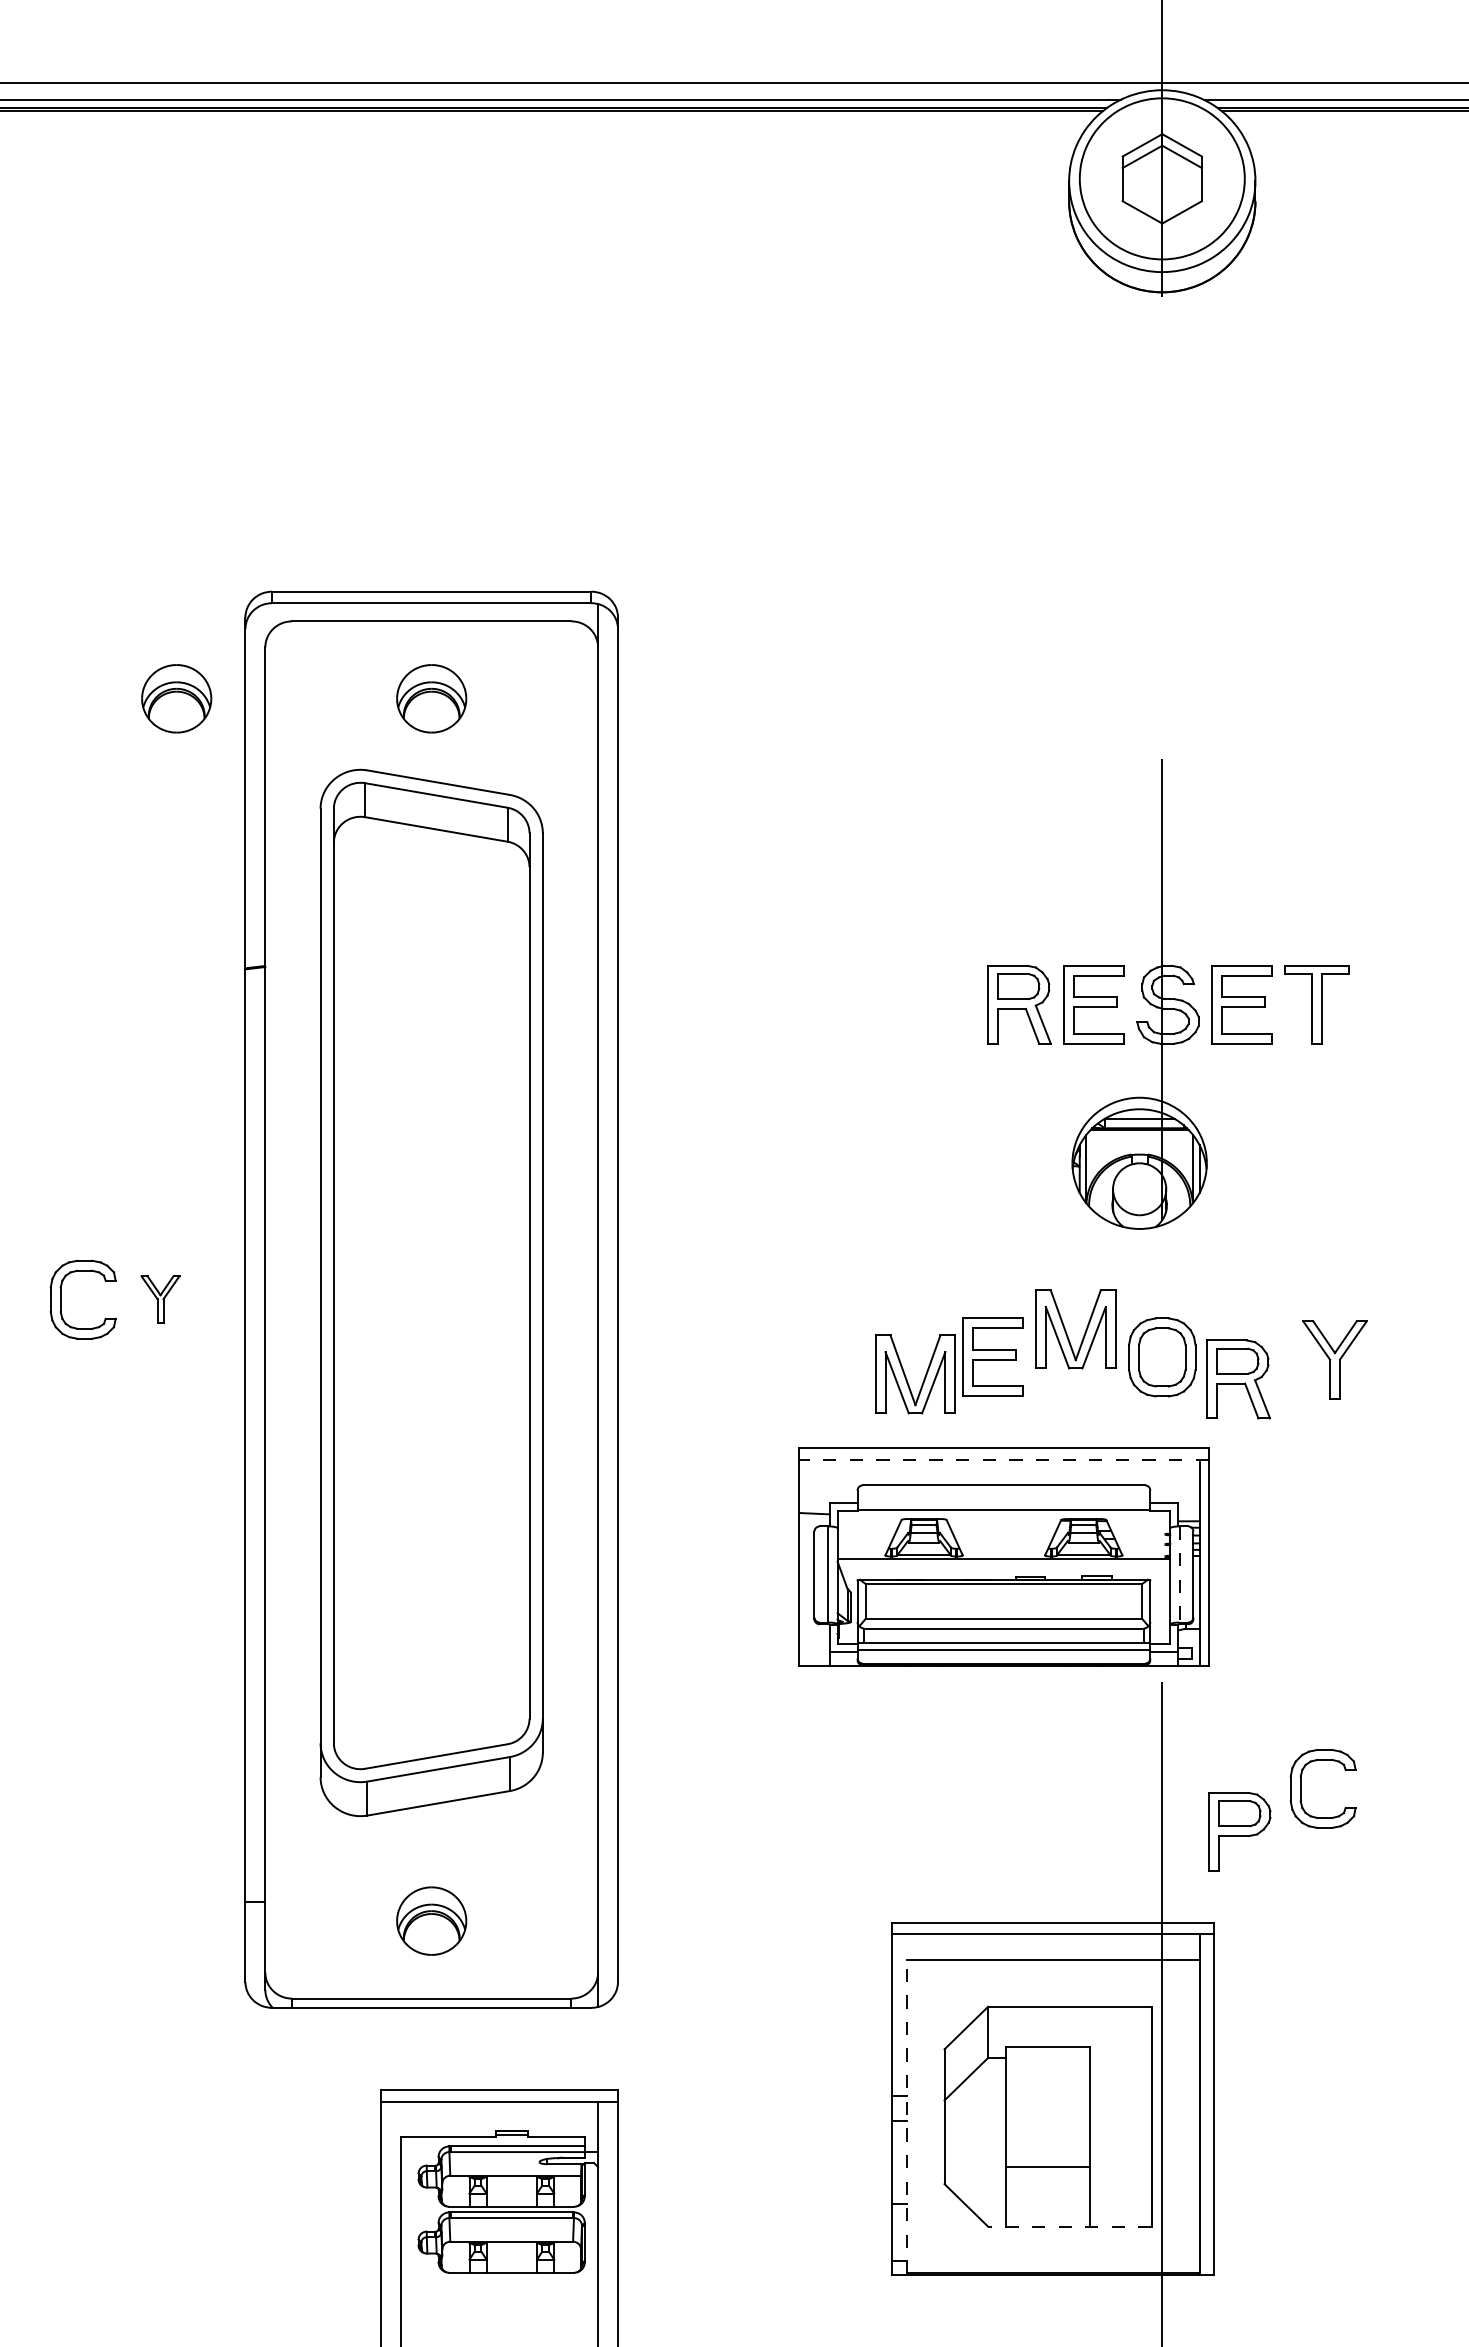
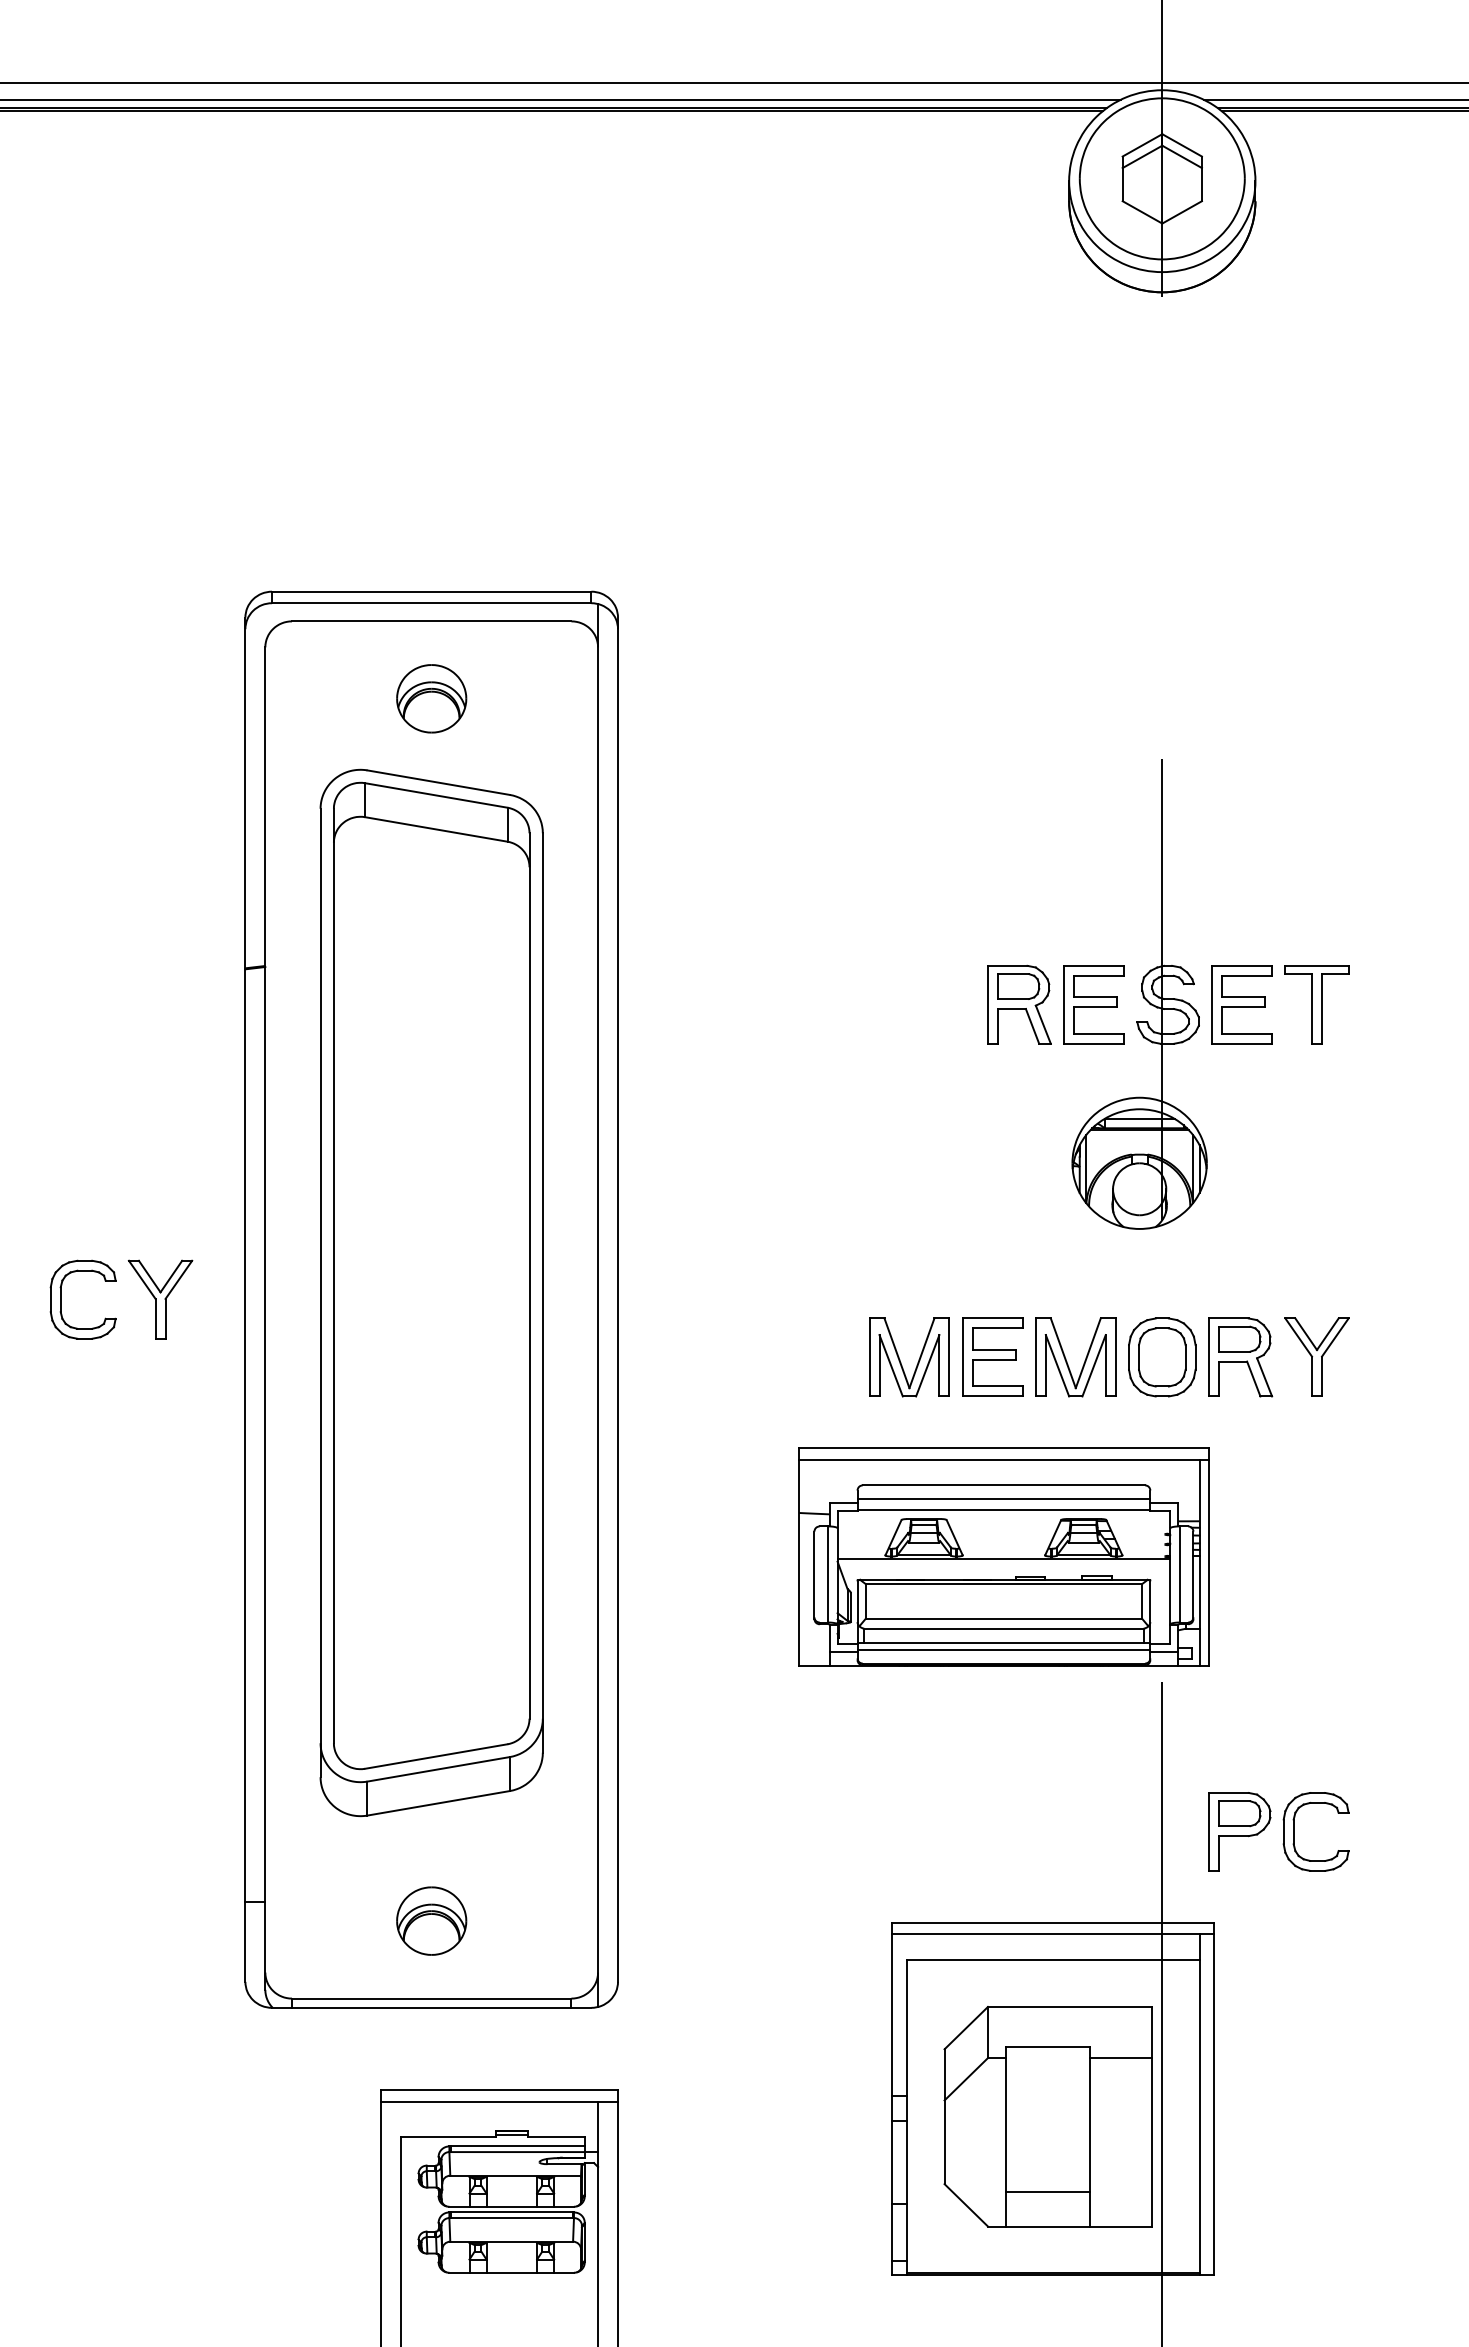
part at (176, 698): present -> none
part at (160, 1299) size: 41x49 px -> 67x81 px
part at (1067, 1333) position: (1067, 1333) -> (1067, 1361)
part at (1334, 1359) position: (1334, 1359) -> (1316, 1356)
part at (906, 1376) position: (906, 1376) -> (900, 1359)
part at (1238, 1379) position: (1238, 1379) -> (1240, 1357)
line at (1003, 1459): dashed -> solid
line at (1003, 1498): none -> present
line at (1179, 1574): dashed -> solid
part at (1301, 1788) position: (1301, 1788) -> (1294, 1831)
line at (1120, 2058): none -> present
line at (906, 2117): dashed -> solid
line at (1047, 2167) position: (1047, 2167) -> (1047, 2192)
line at (1069, 2226): dashed -> solid
